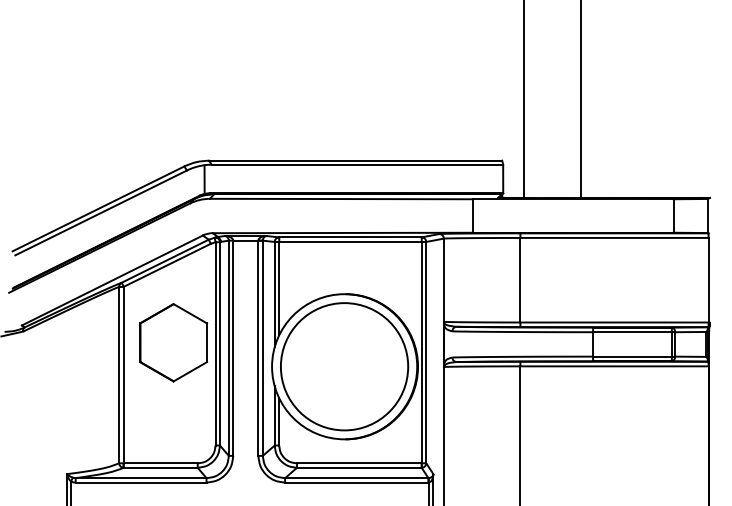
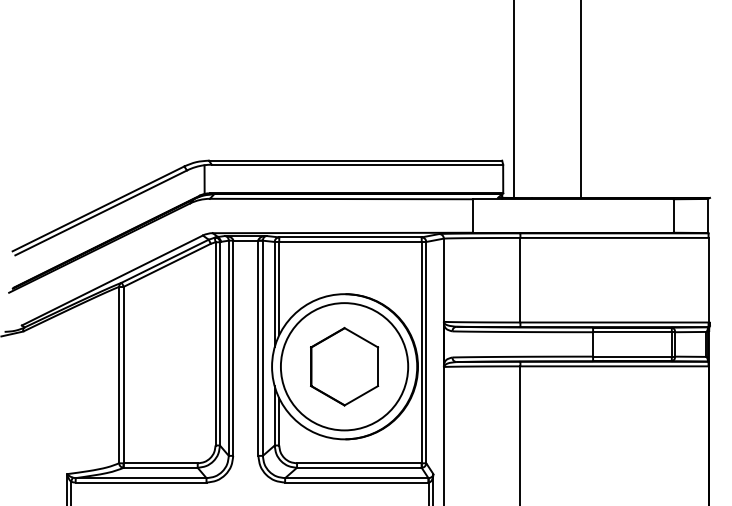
line at (523, 99) position: (523, 99) -> (513, 99)
part at (173, 342) position: (173, 342) -> (344, 366)
